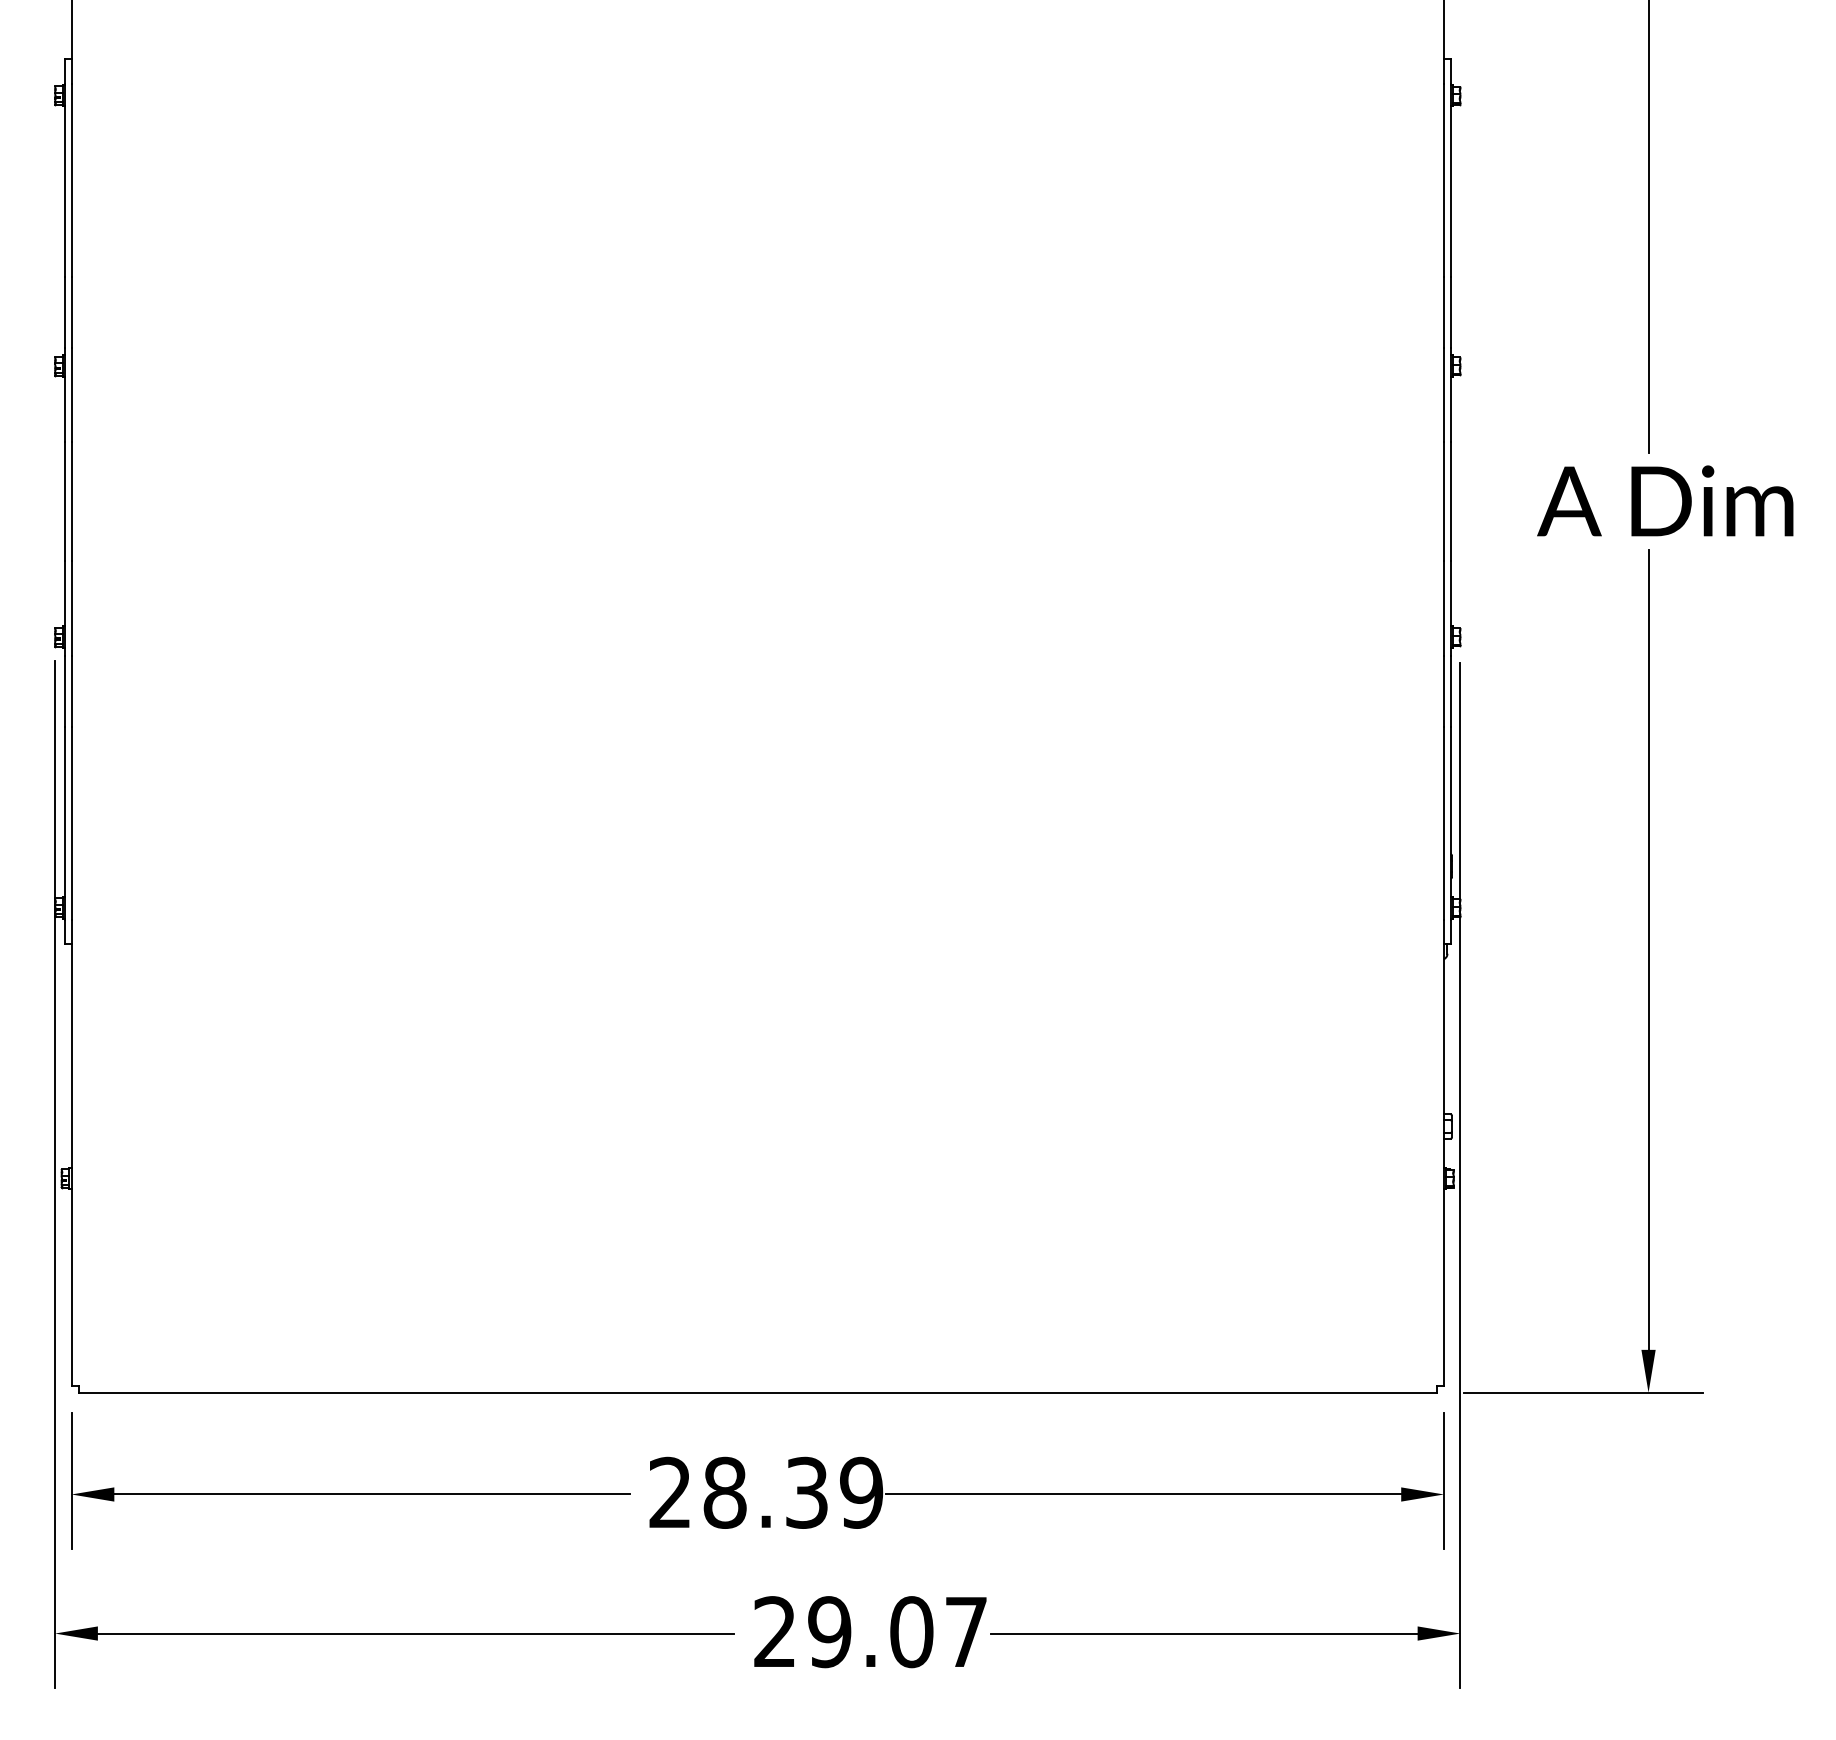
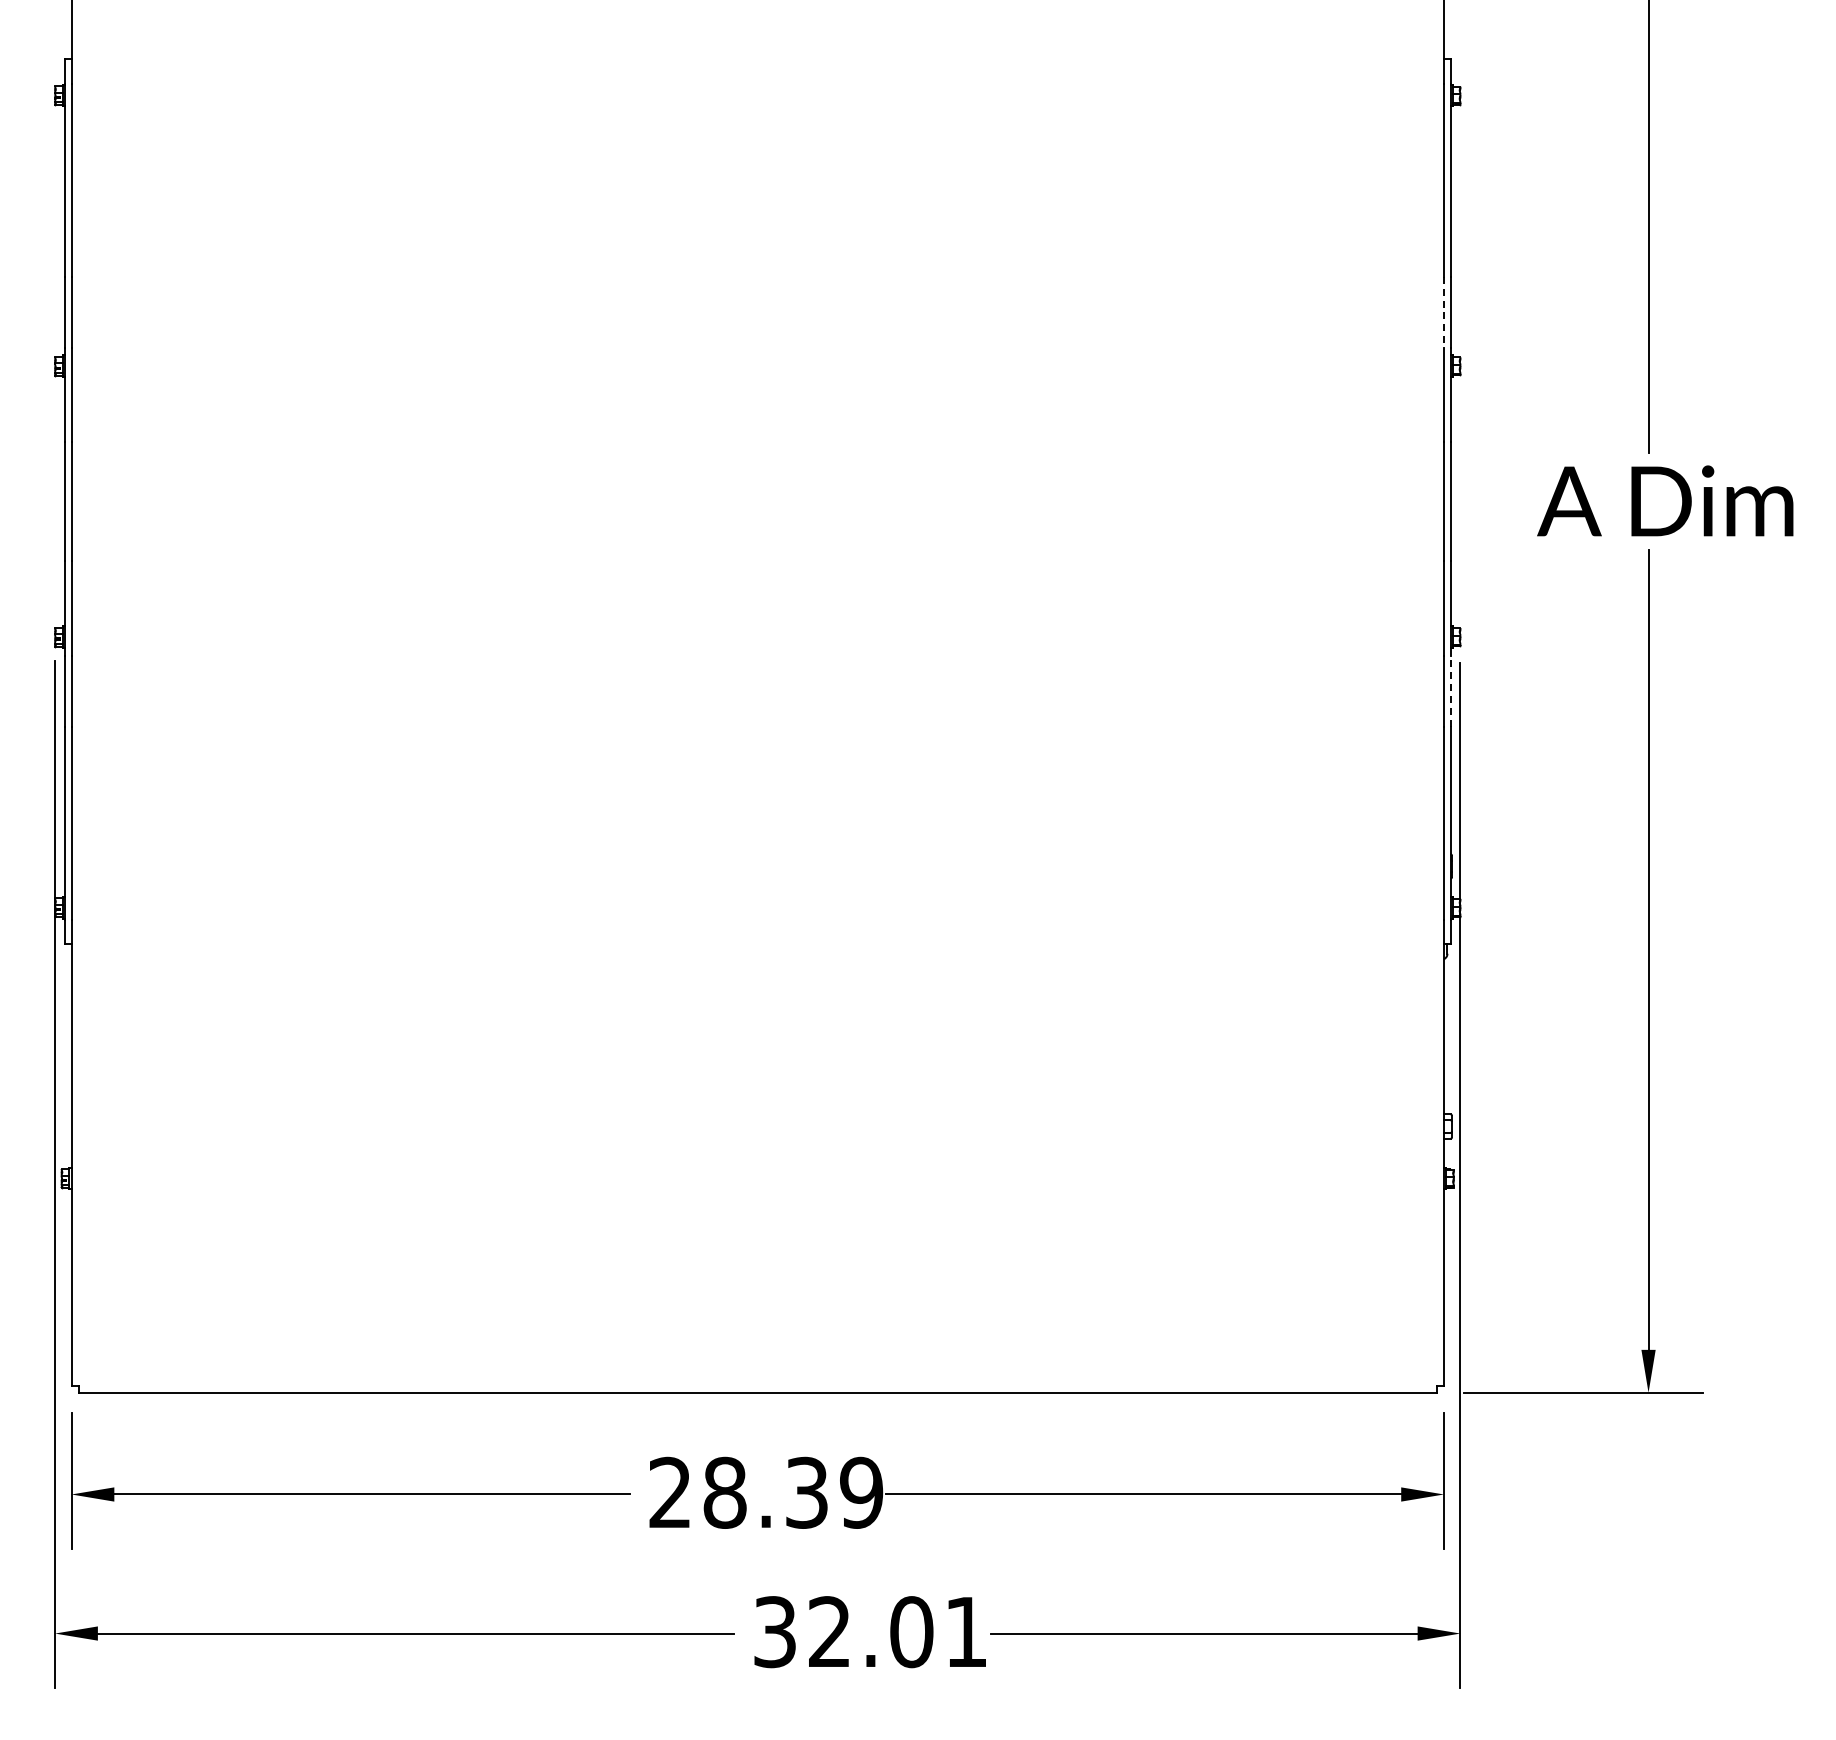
line at (1444, 312): solid -> dashed
line at (1450, 690): solid -> dashed
text at (870, 1632): 29.07 -> 32.01
